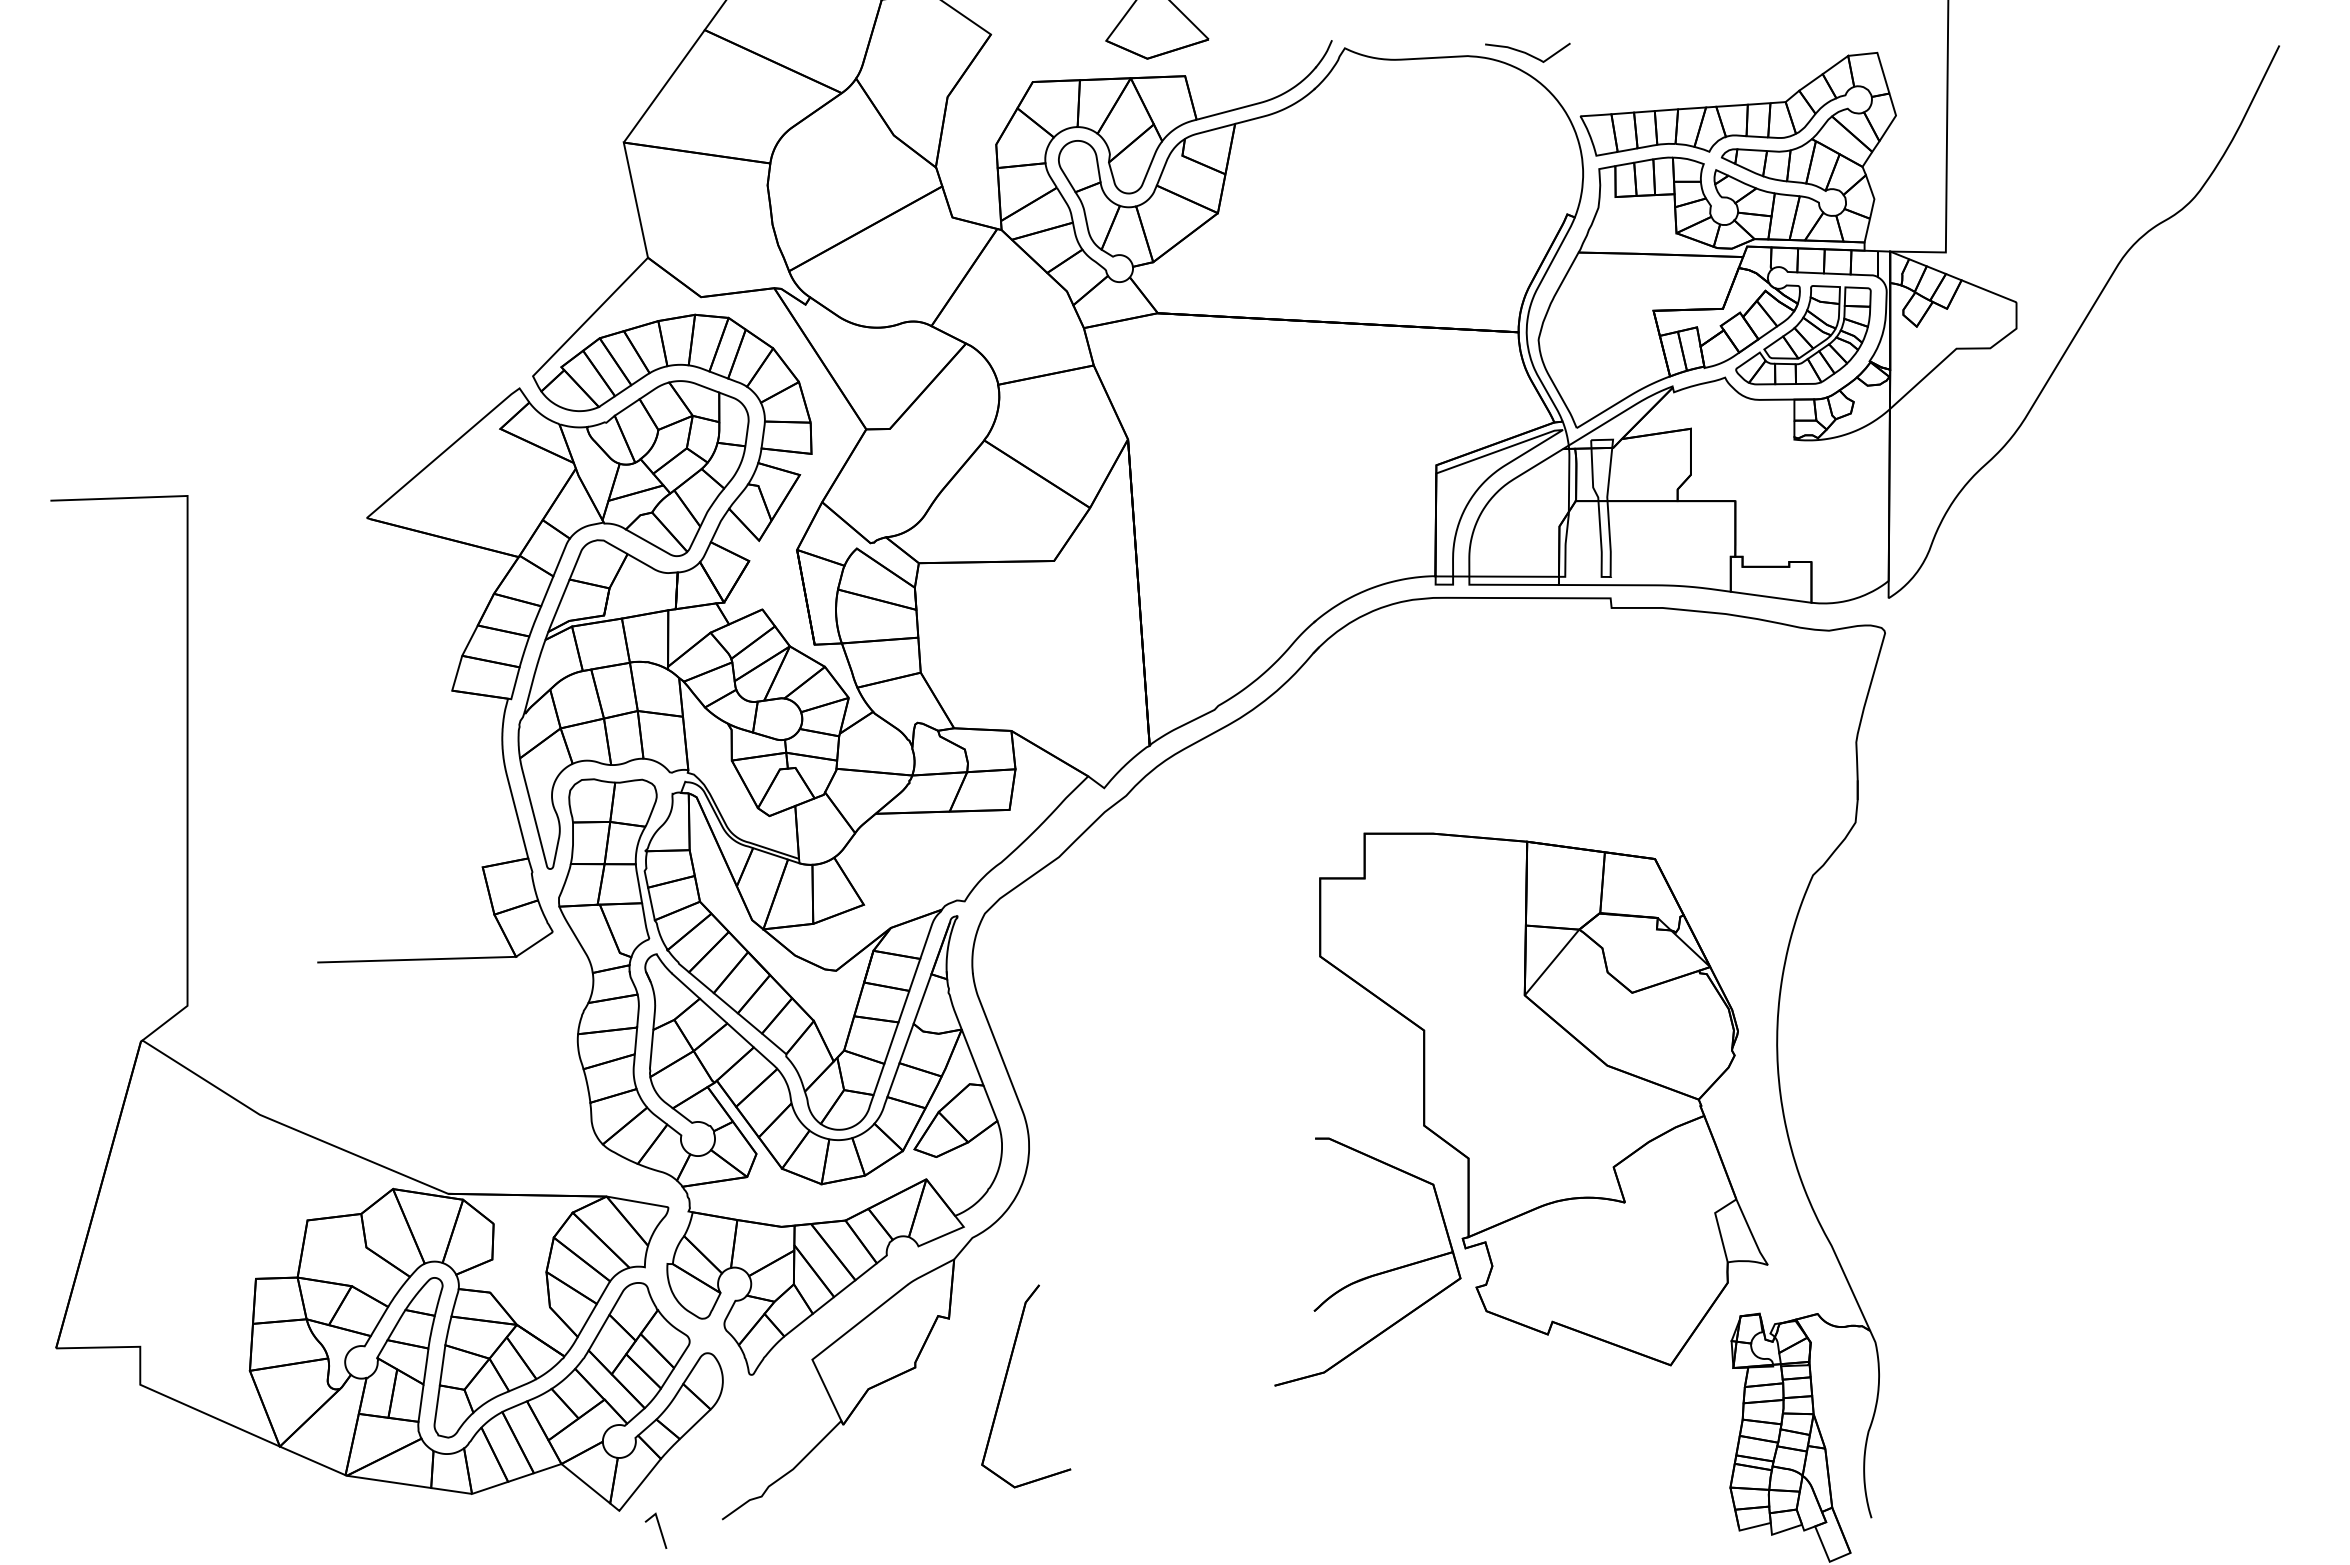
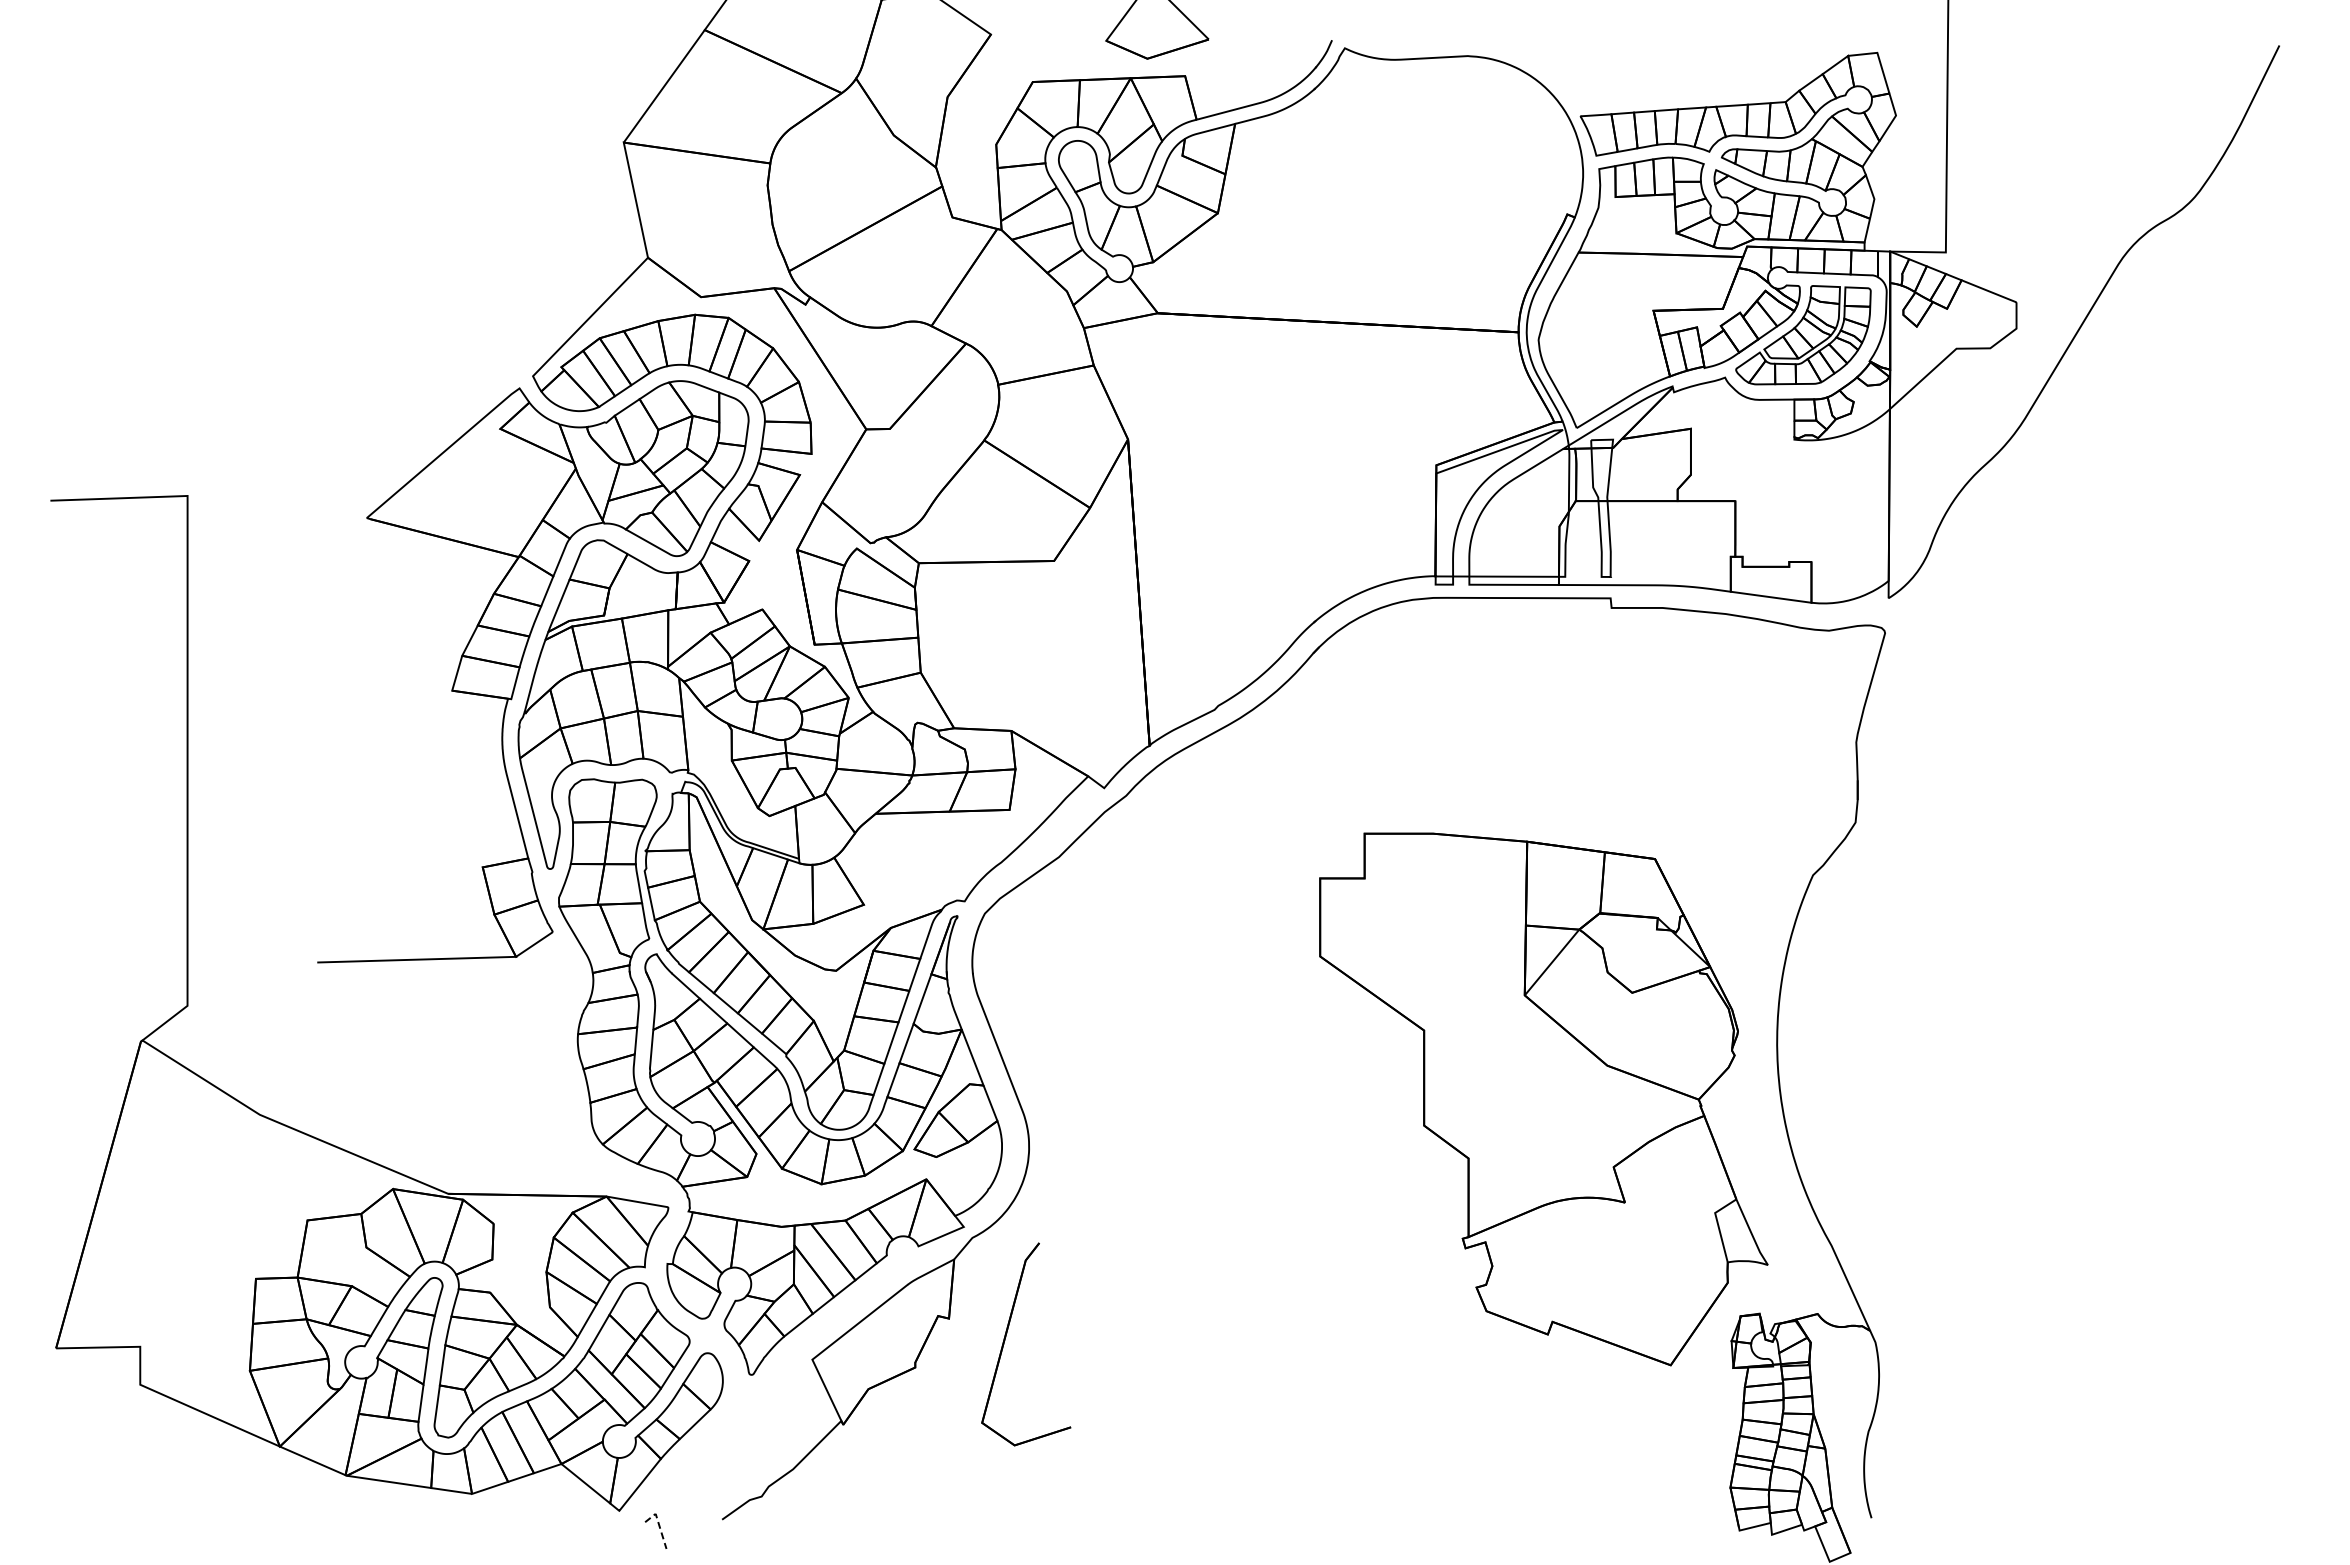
curve at (1526, 52): present -> none
part at (1372, 1274): present -> none
part at (1006, 1379) position: (1006, 1379) -> (1006, 1337)
line at (658, 1524): solid -> dashed
